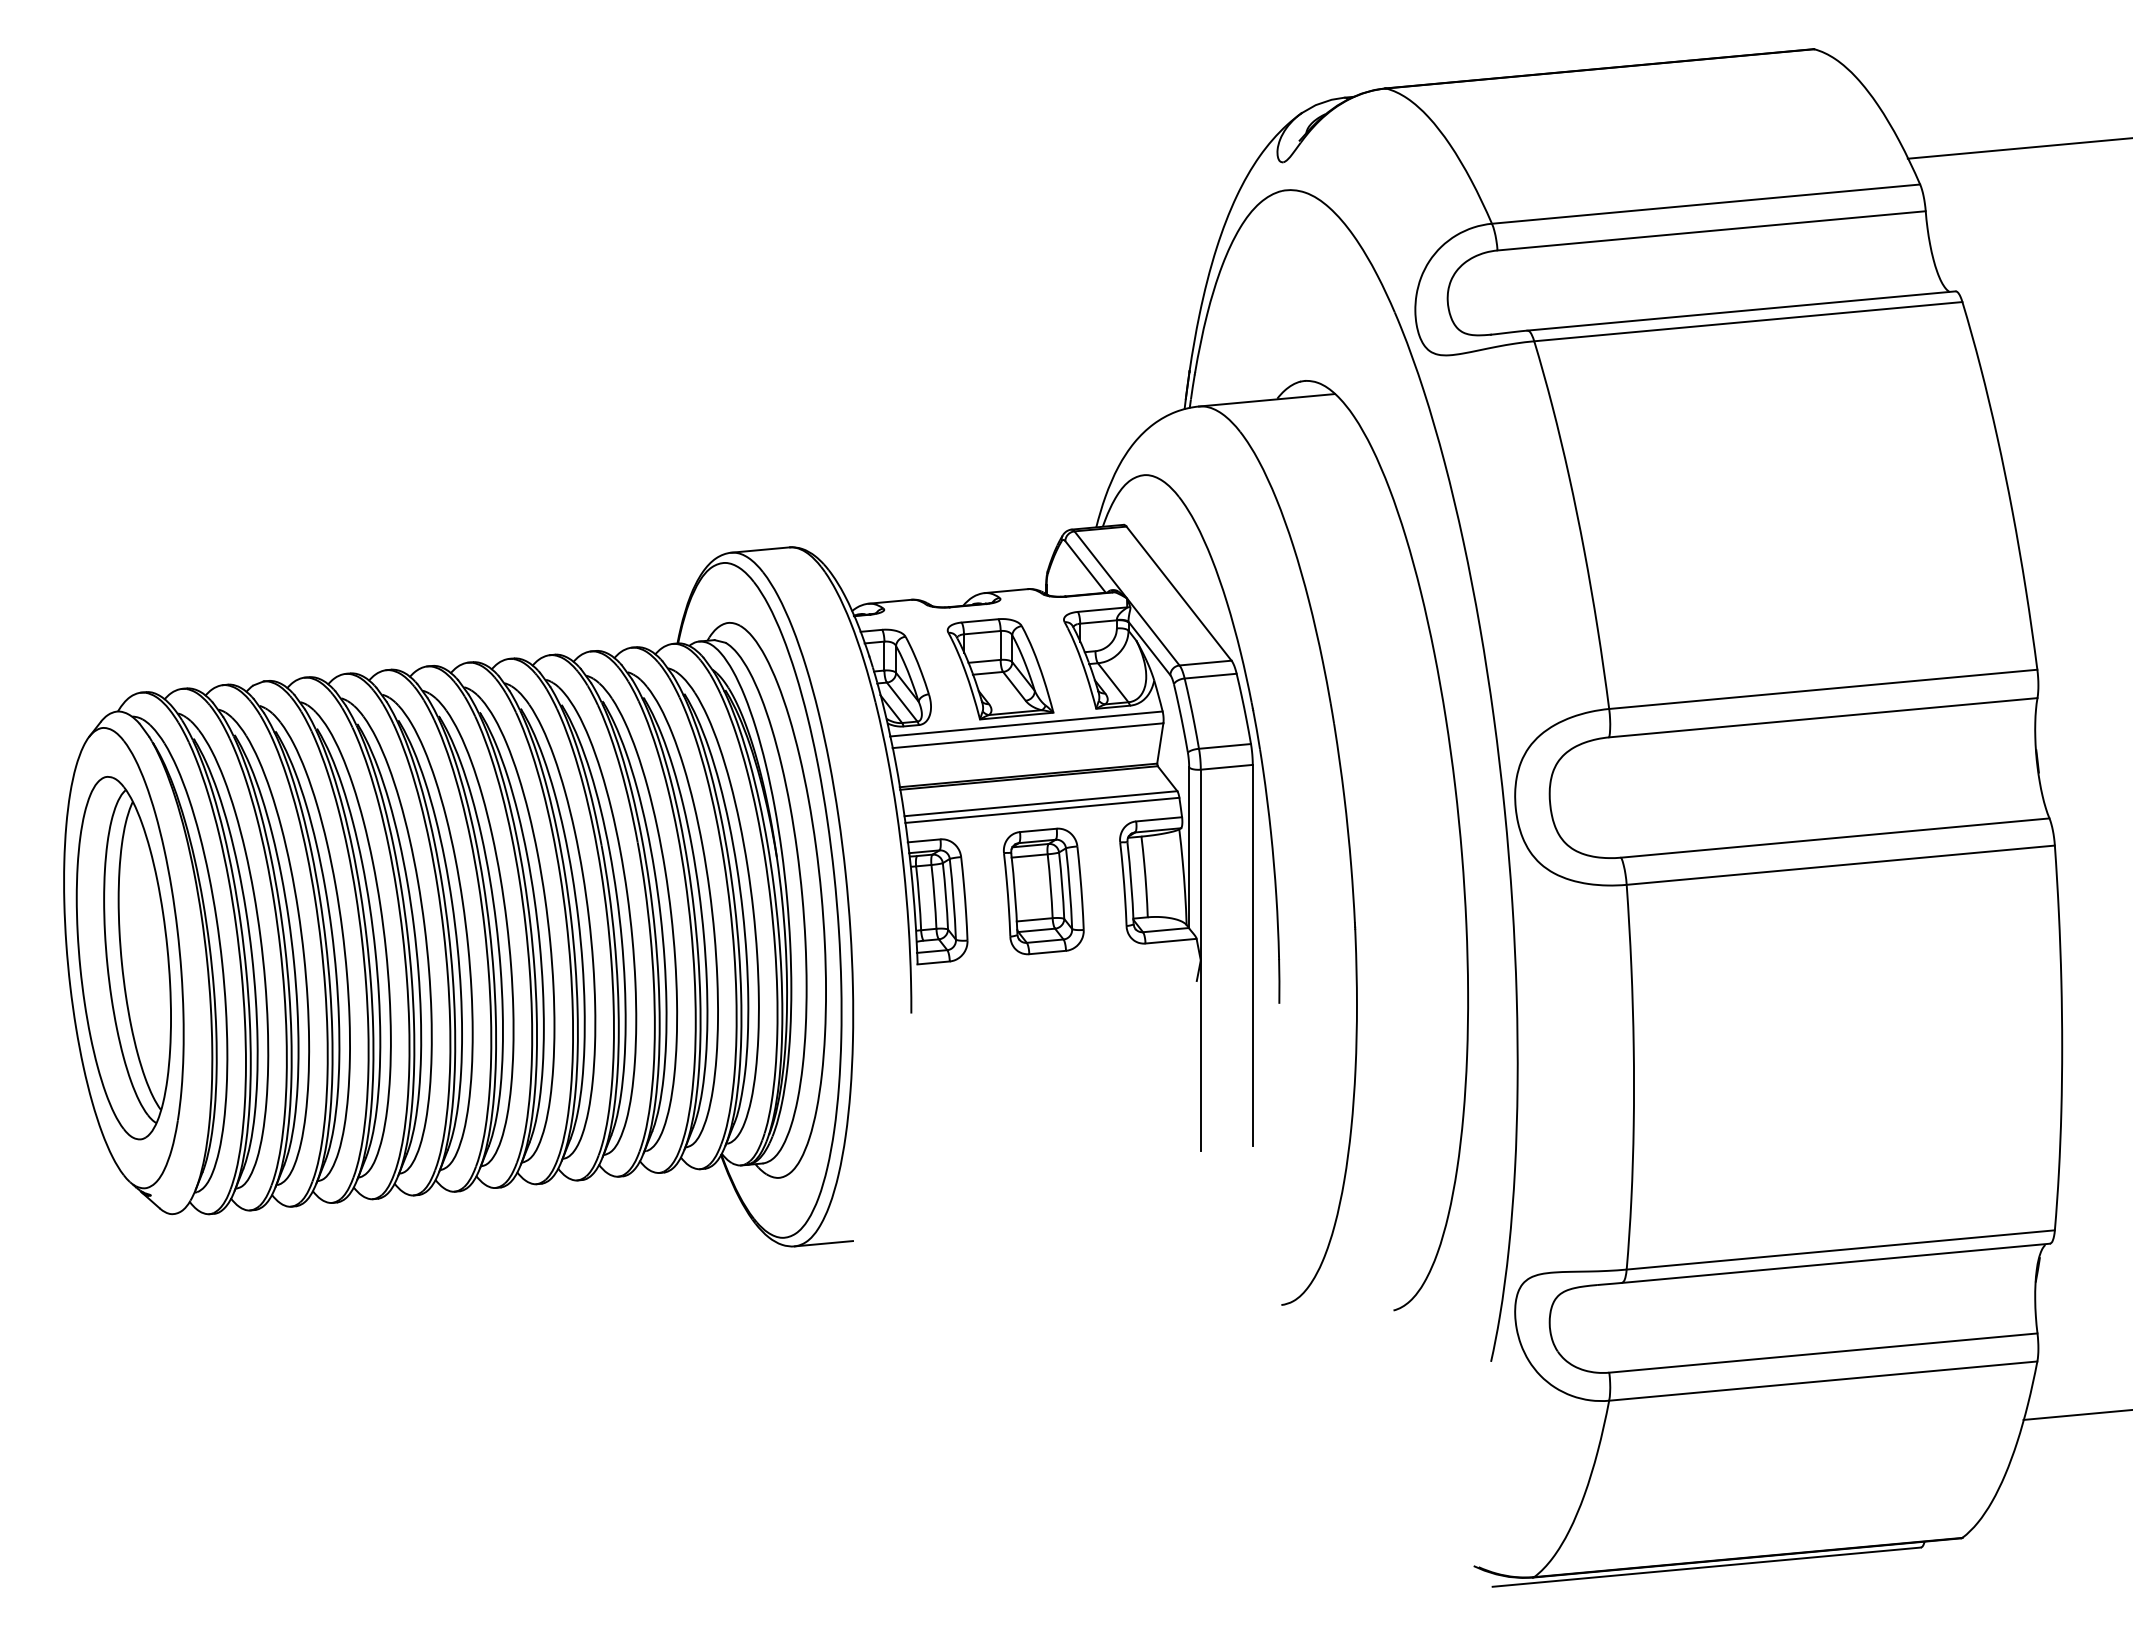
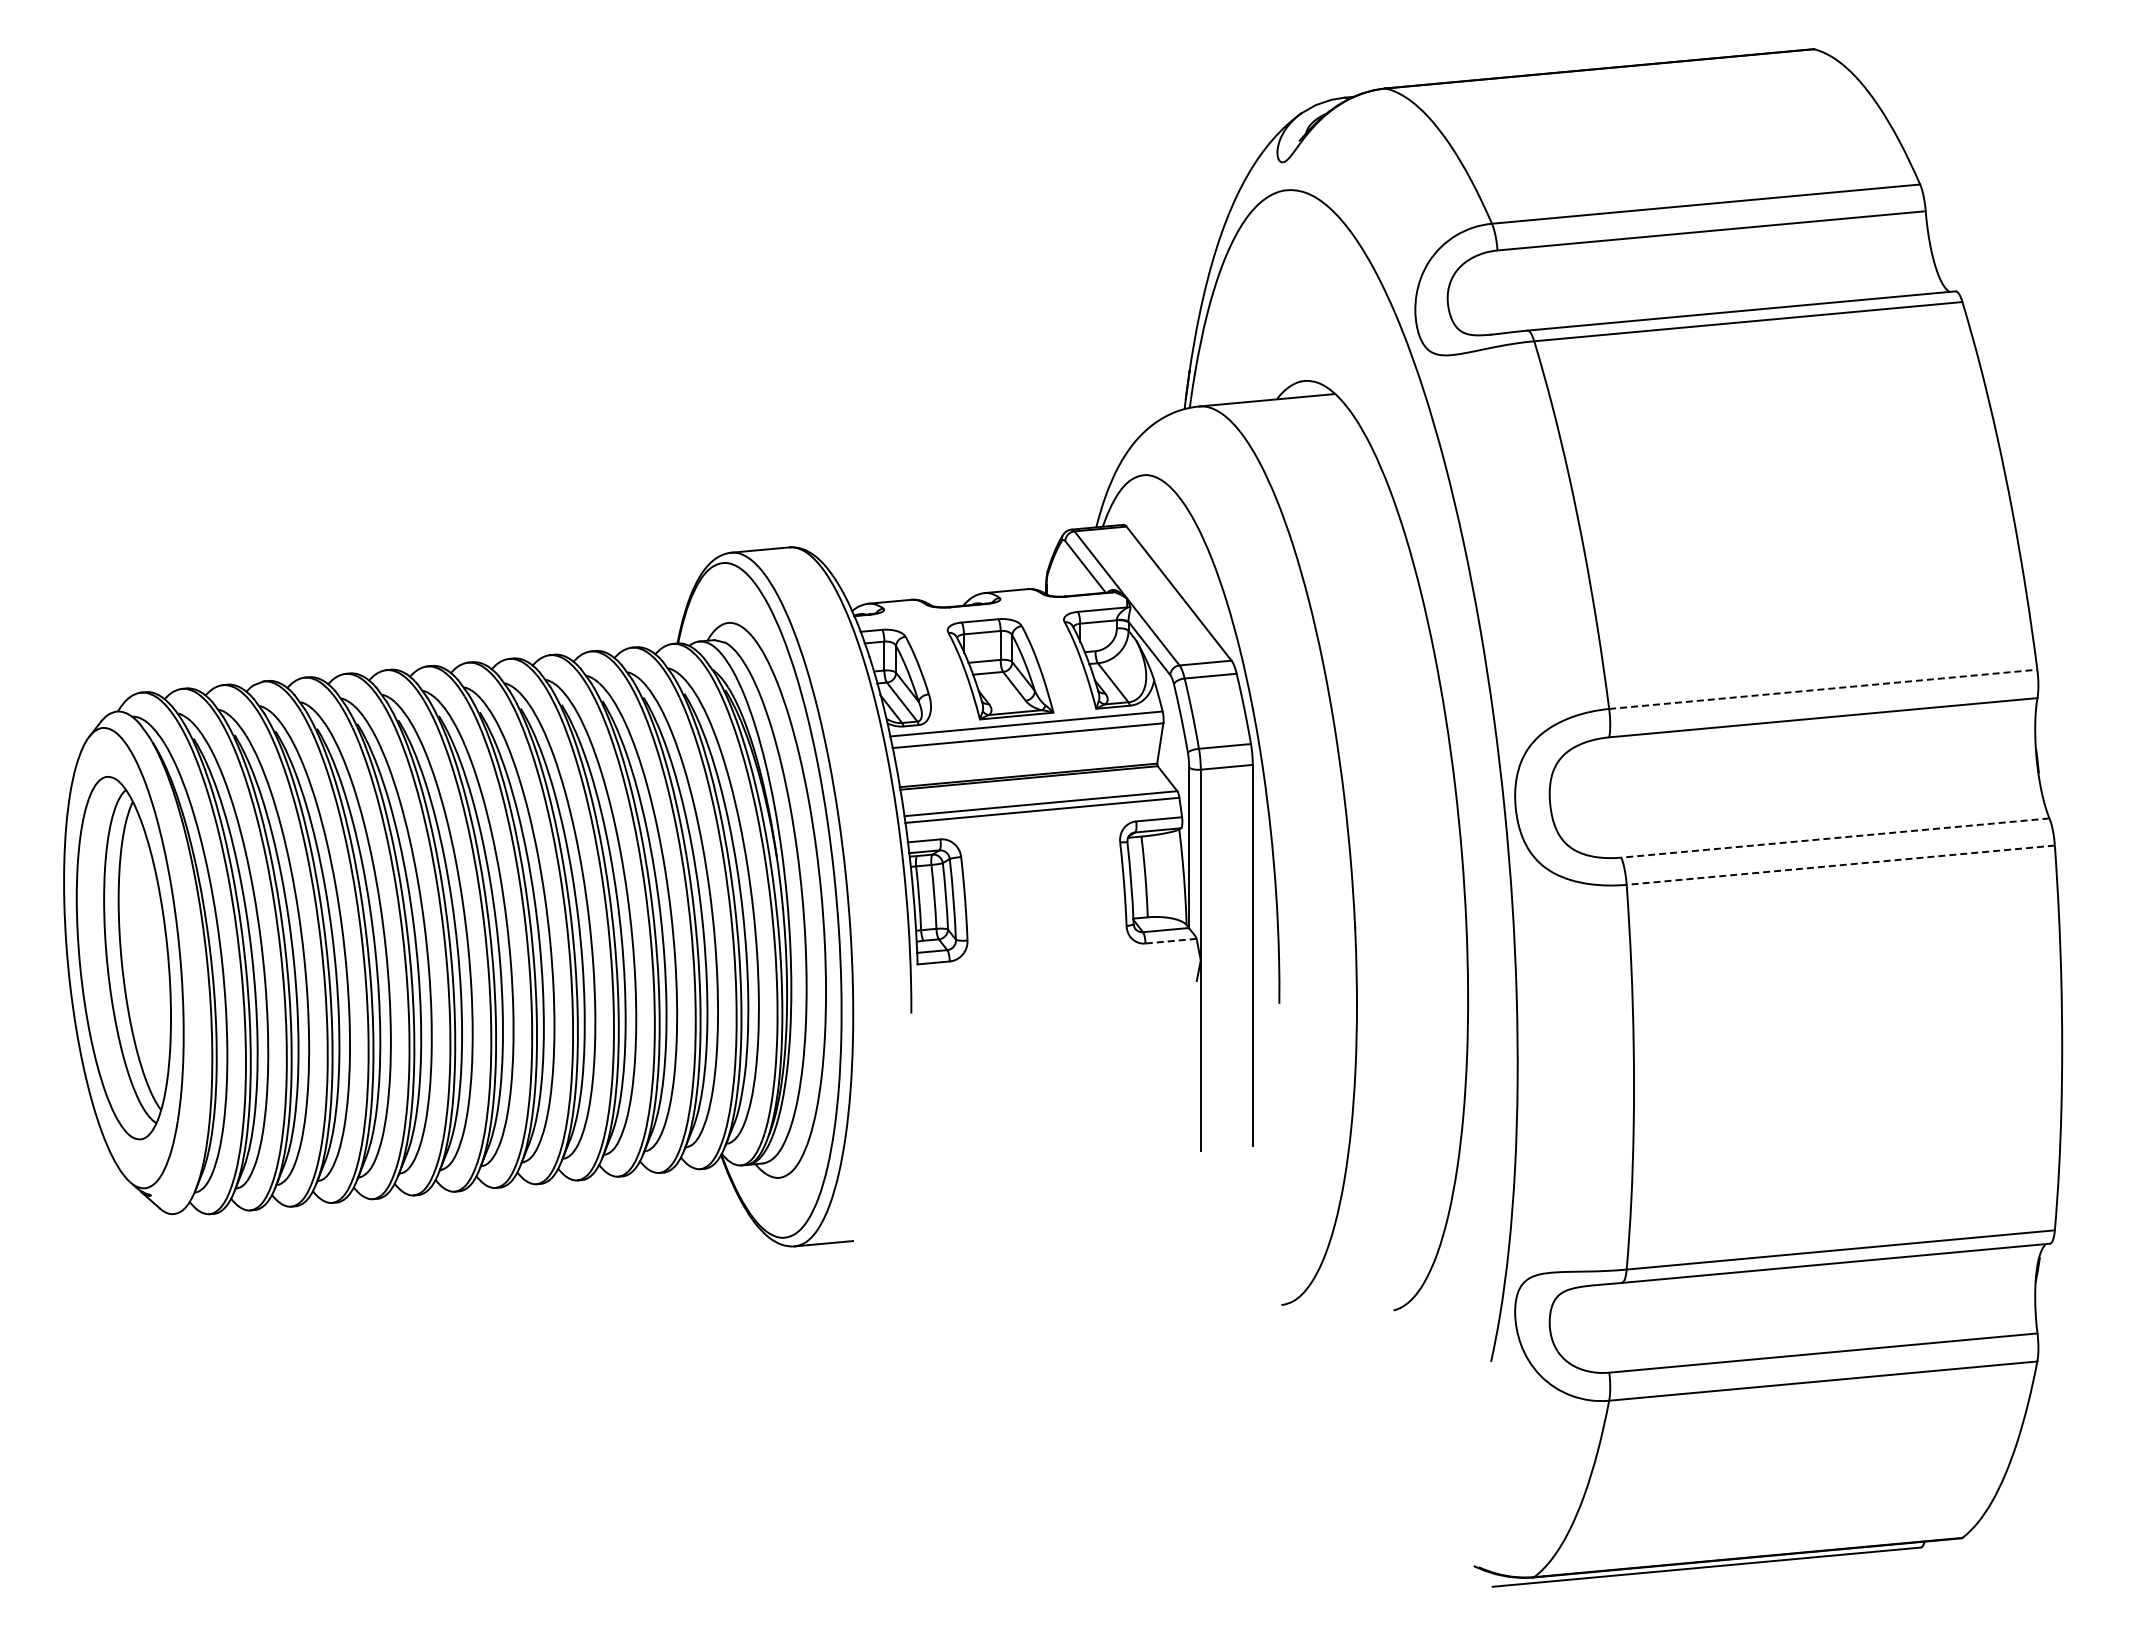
line at (2018, 148): present -> none
line at (1823, 689): solid -> dashed
line at (1835, 838): solid -> dashed
line at (1840, 865): solid -> dashed
part at (1043, 891): present -> none
line at (1171, 941): solid -> dashed
line at (2076, 1414): present -> none
